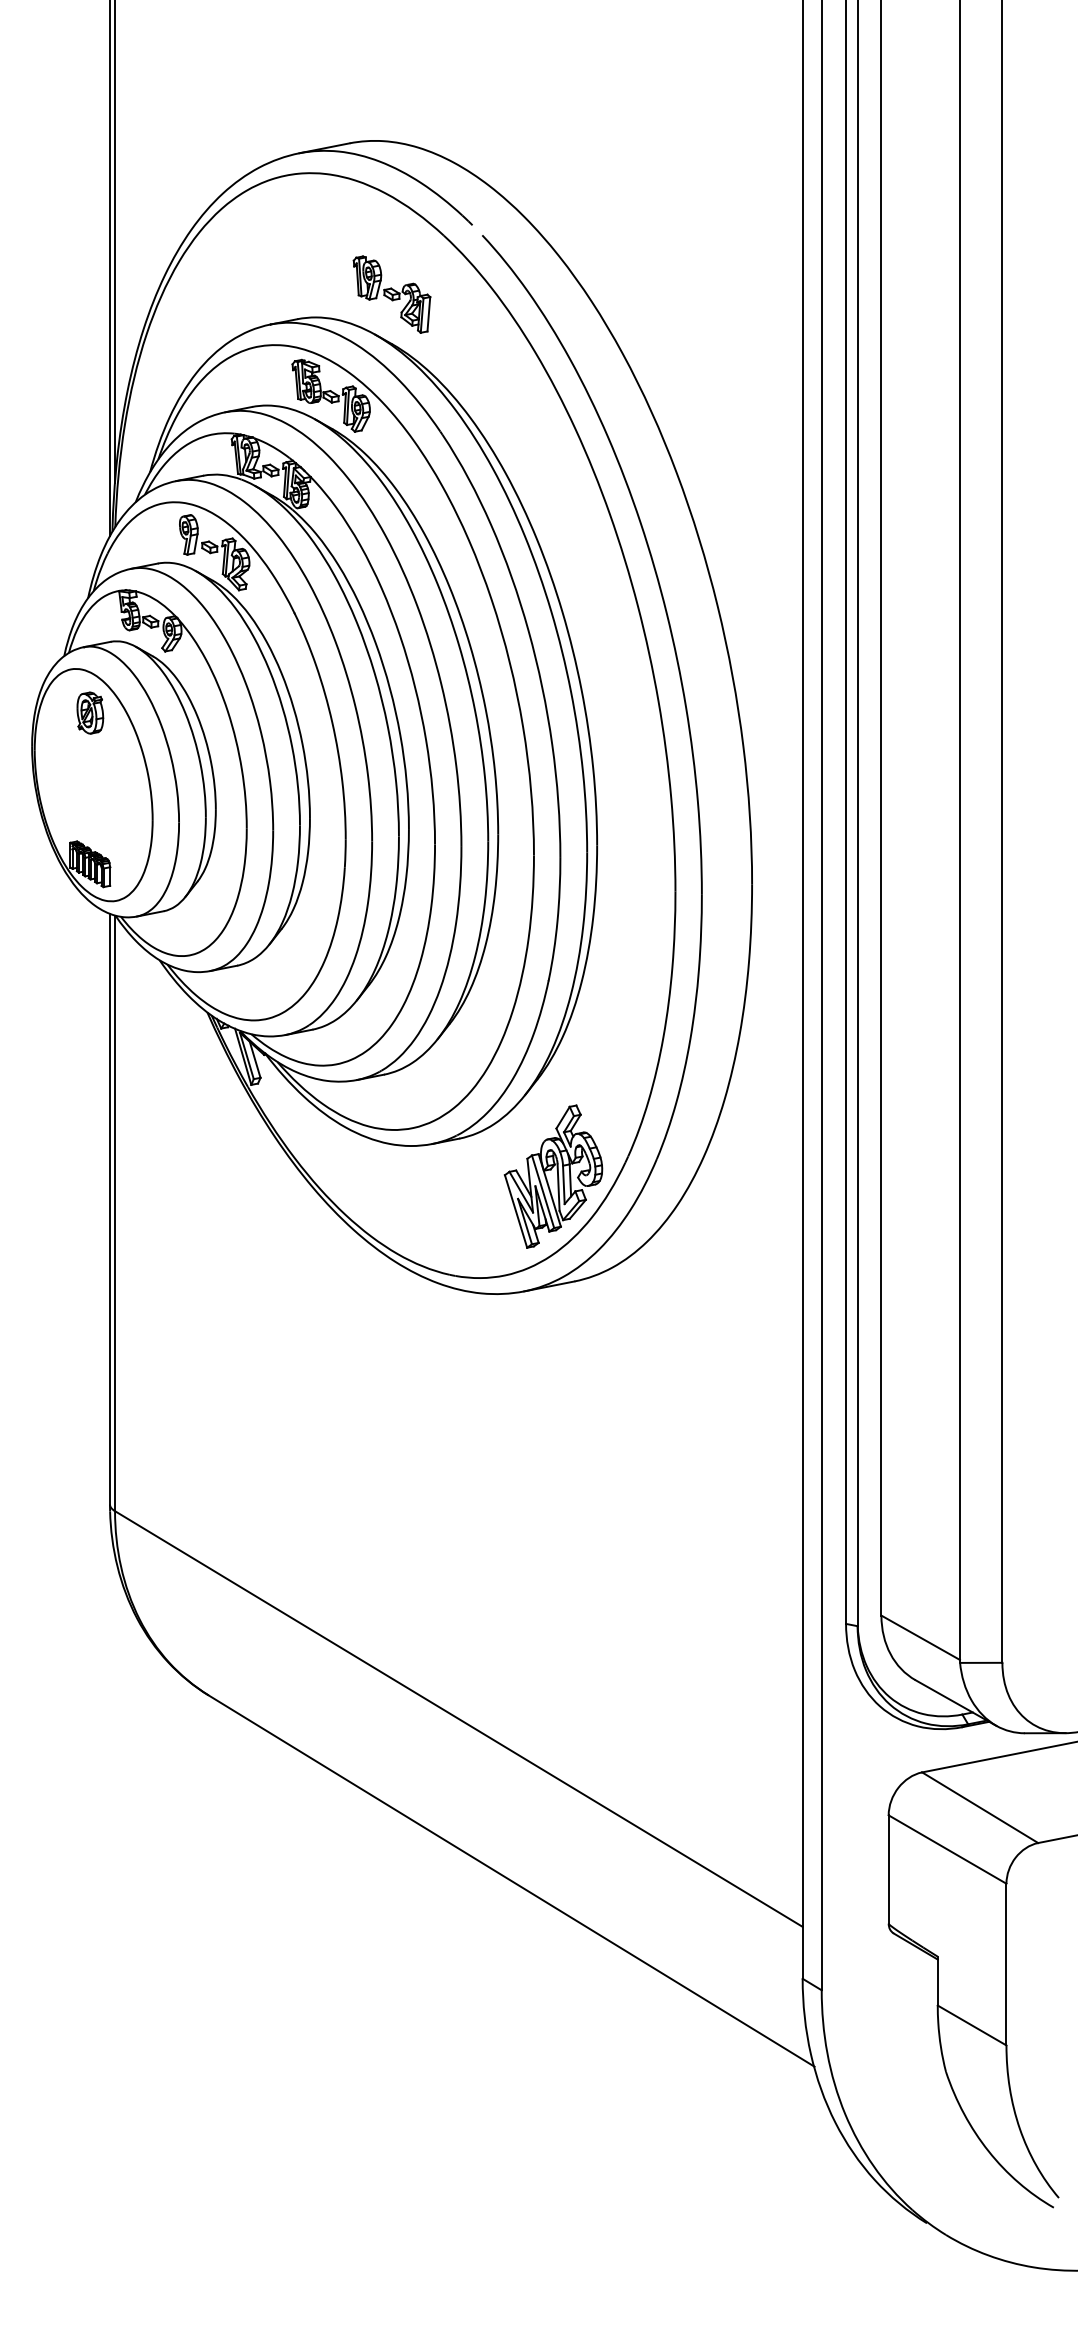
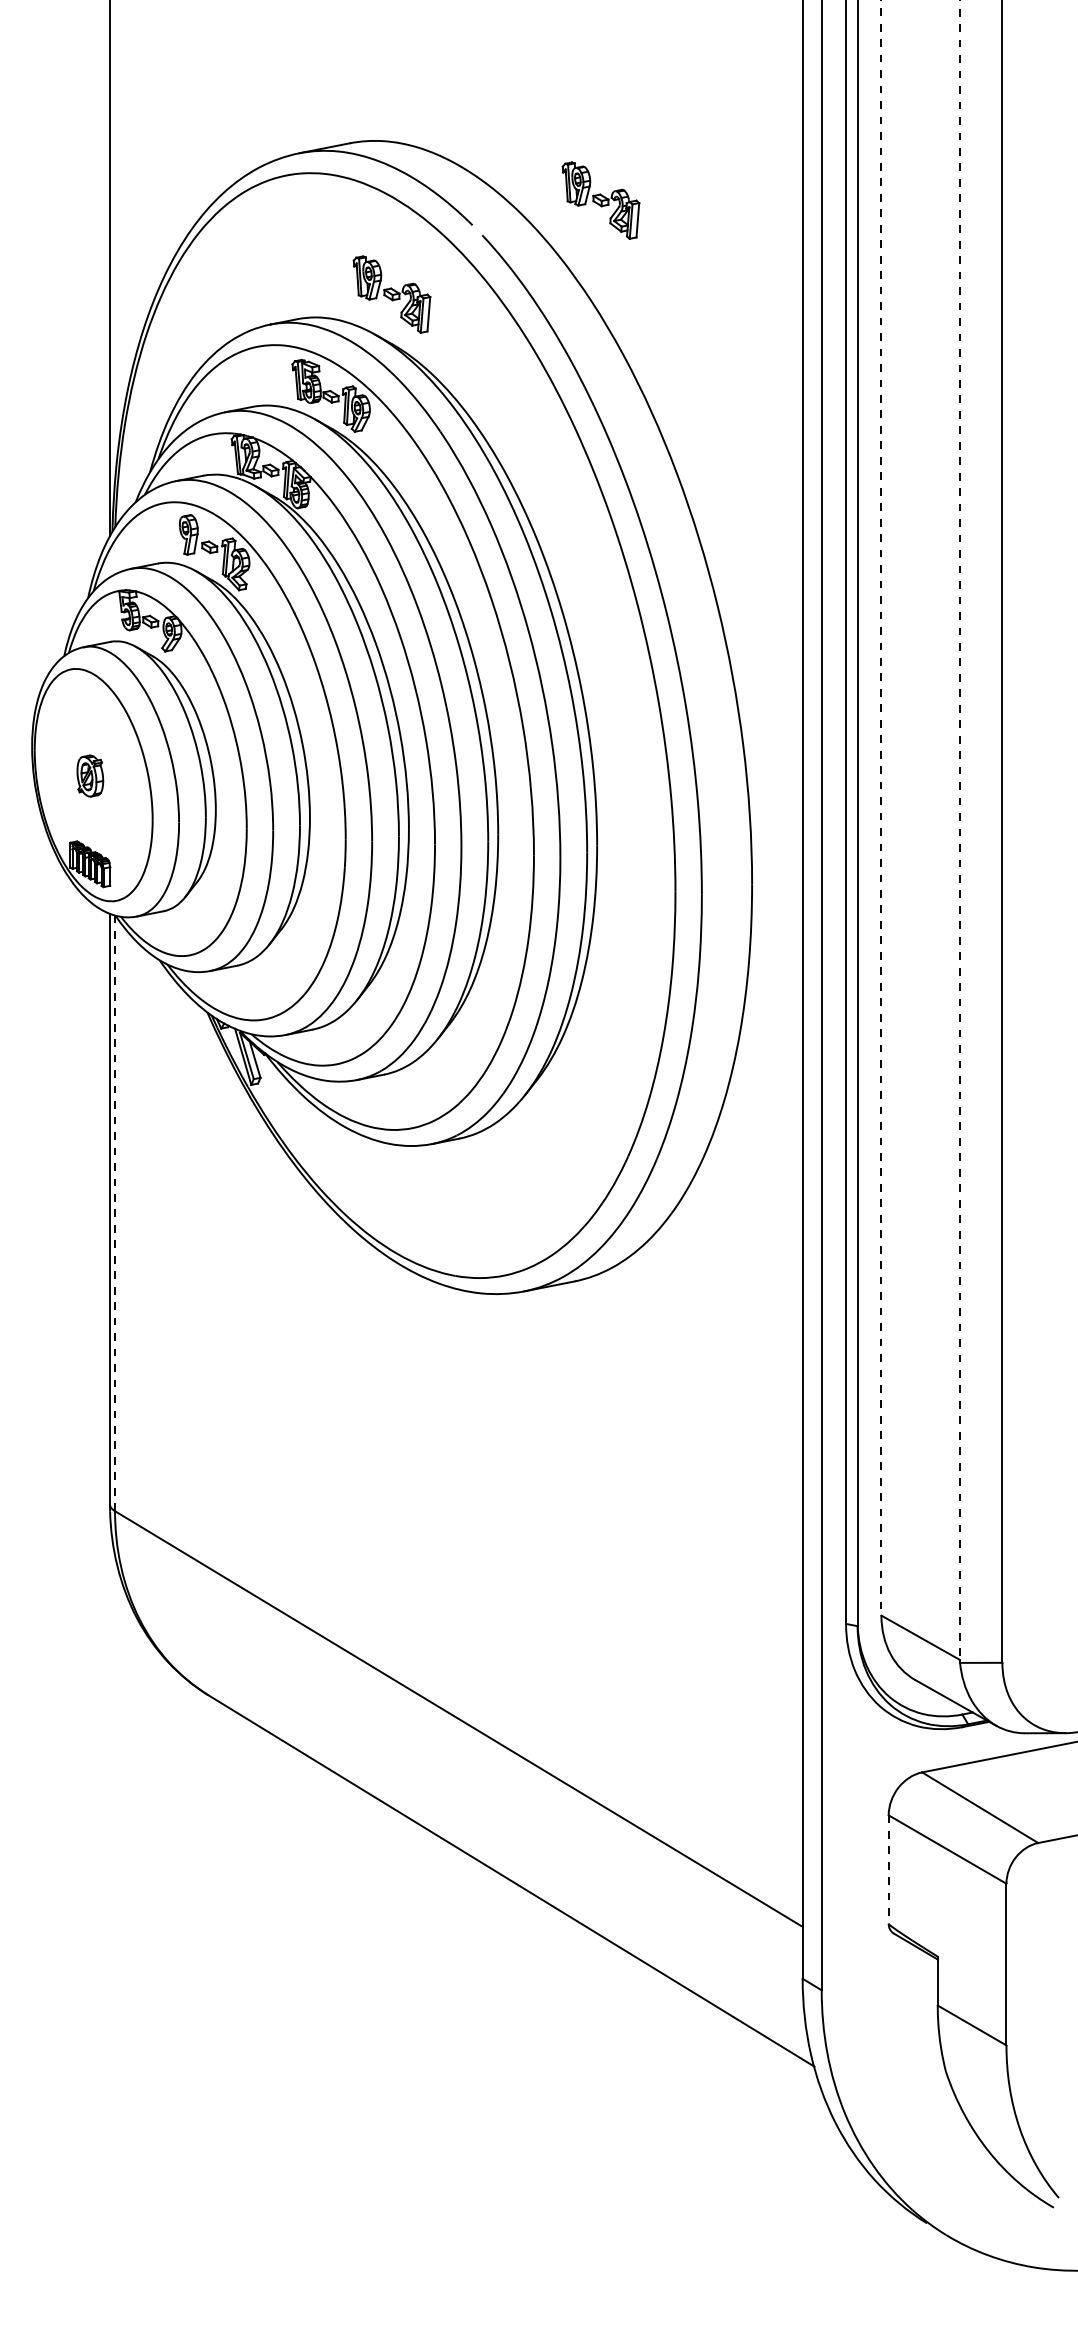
part at (600, 200): none -> present
line at (115, 242): present -> none
part at (90, 712) position: (90, 712) -> (90, 775)
line at (881, 807): solid -> dashed
line at (959, 830): solid -> dashed
part at (553, 1176): present -> none
line at (115, 1213): solid -> dashed
line at (888, 1870): solid -> dashed
